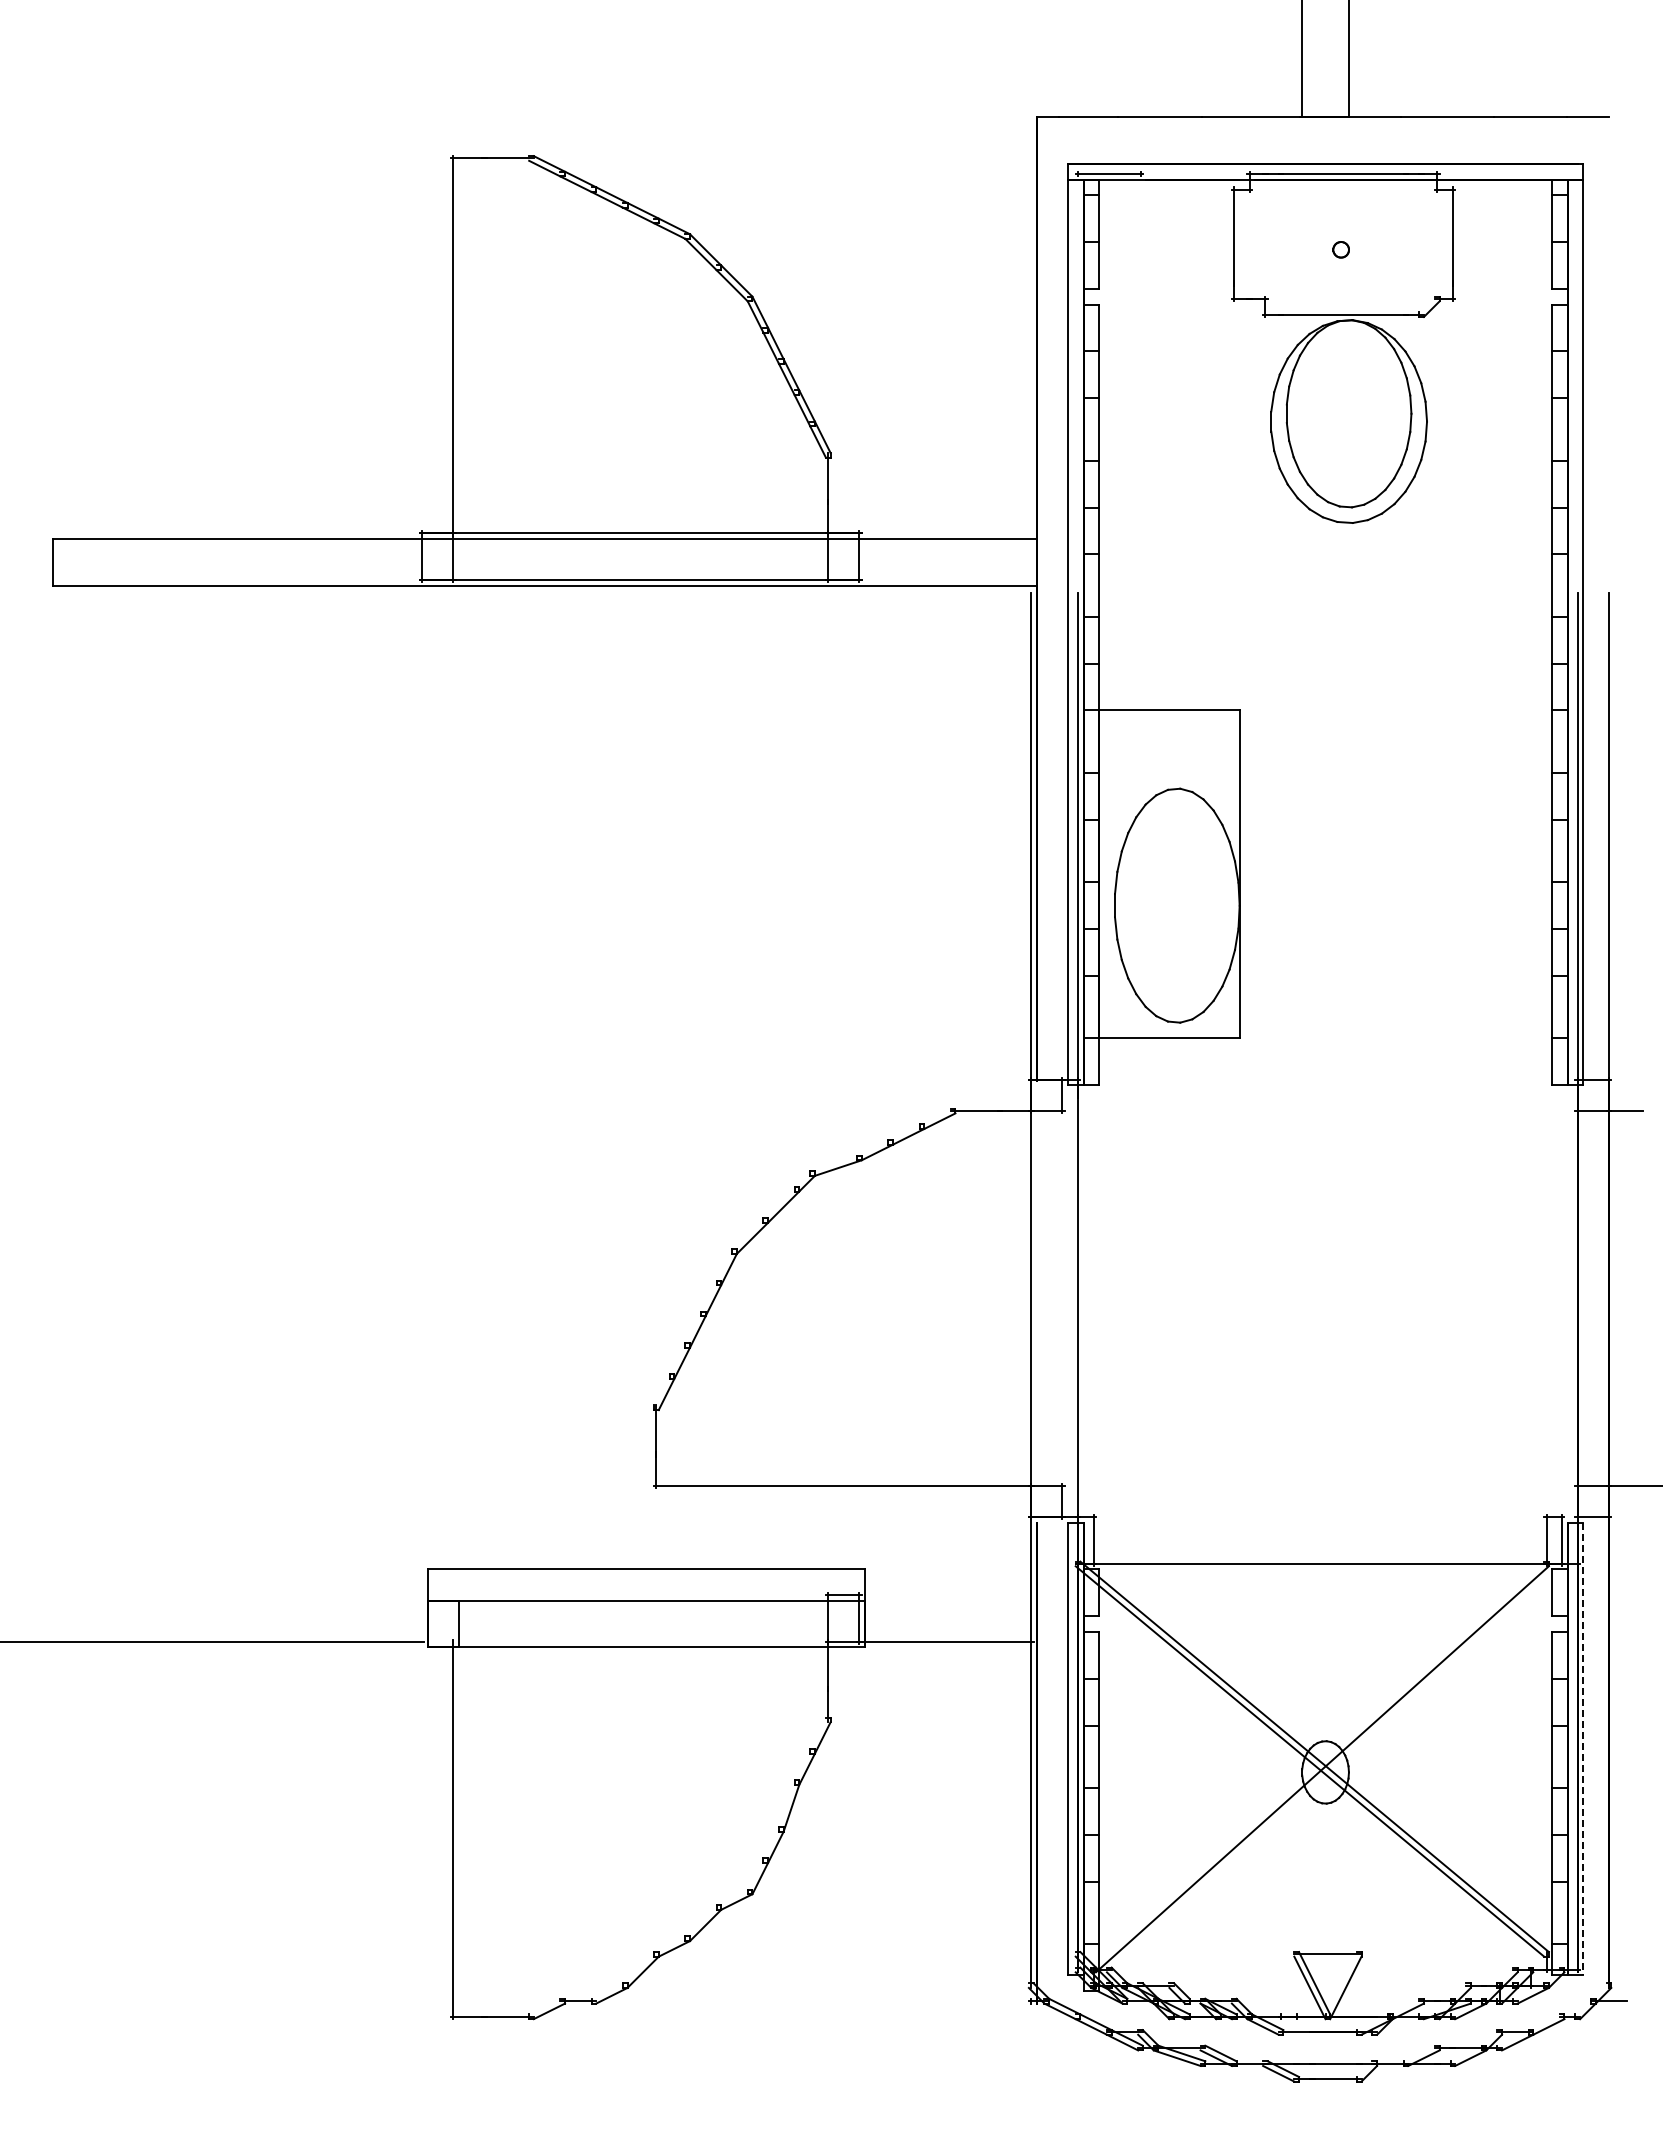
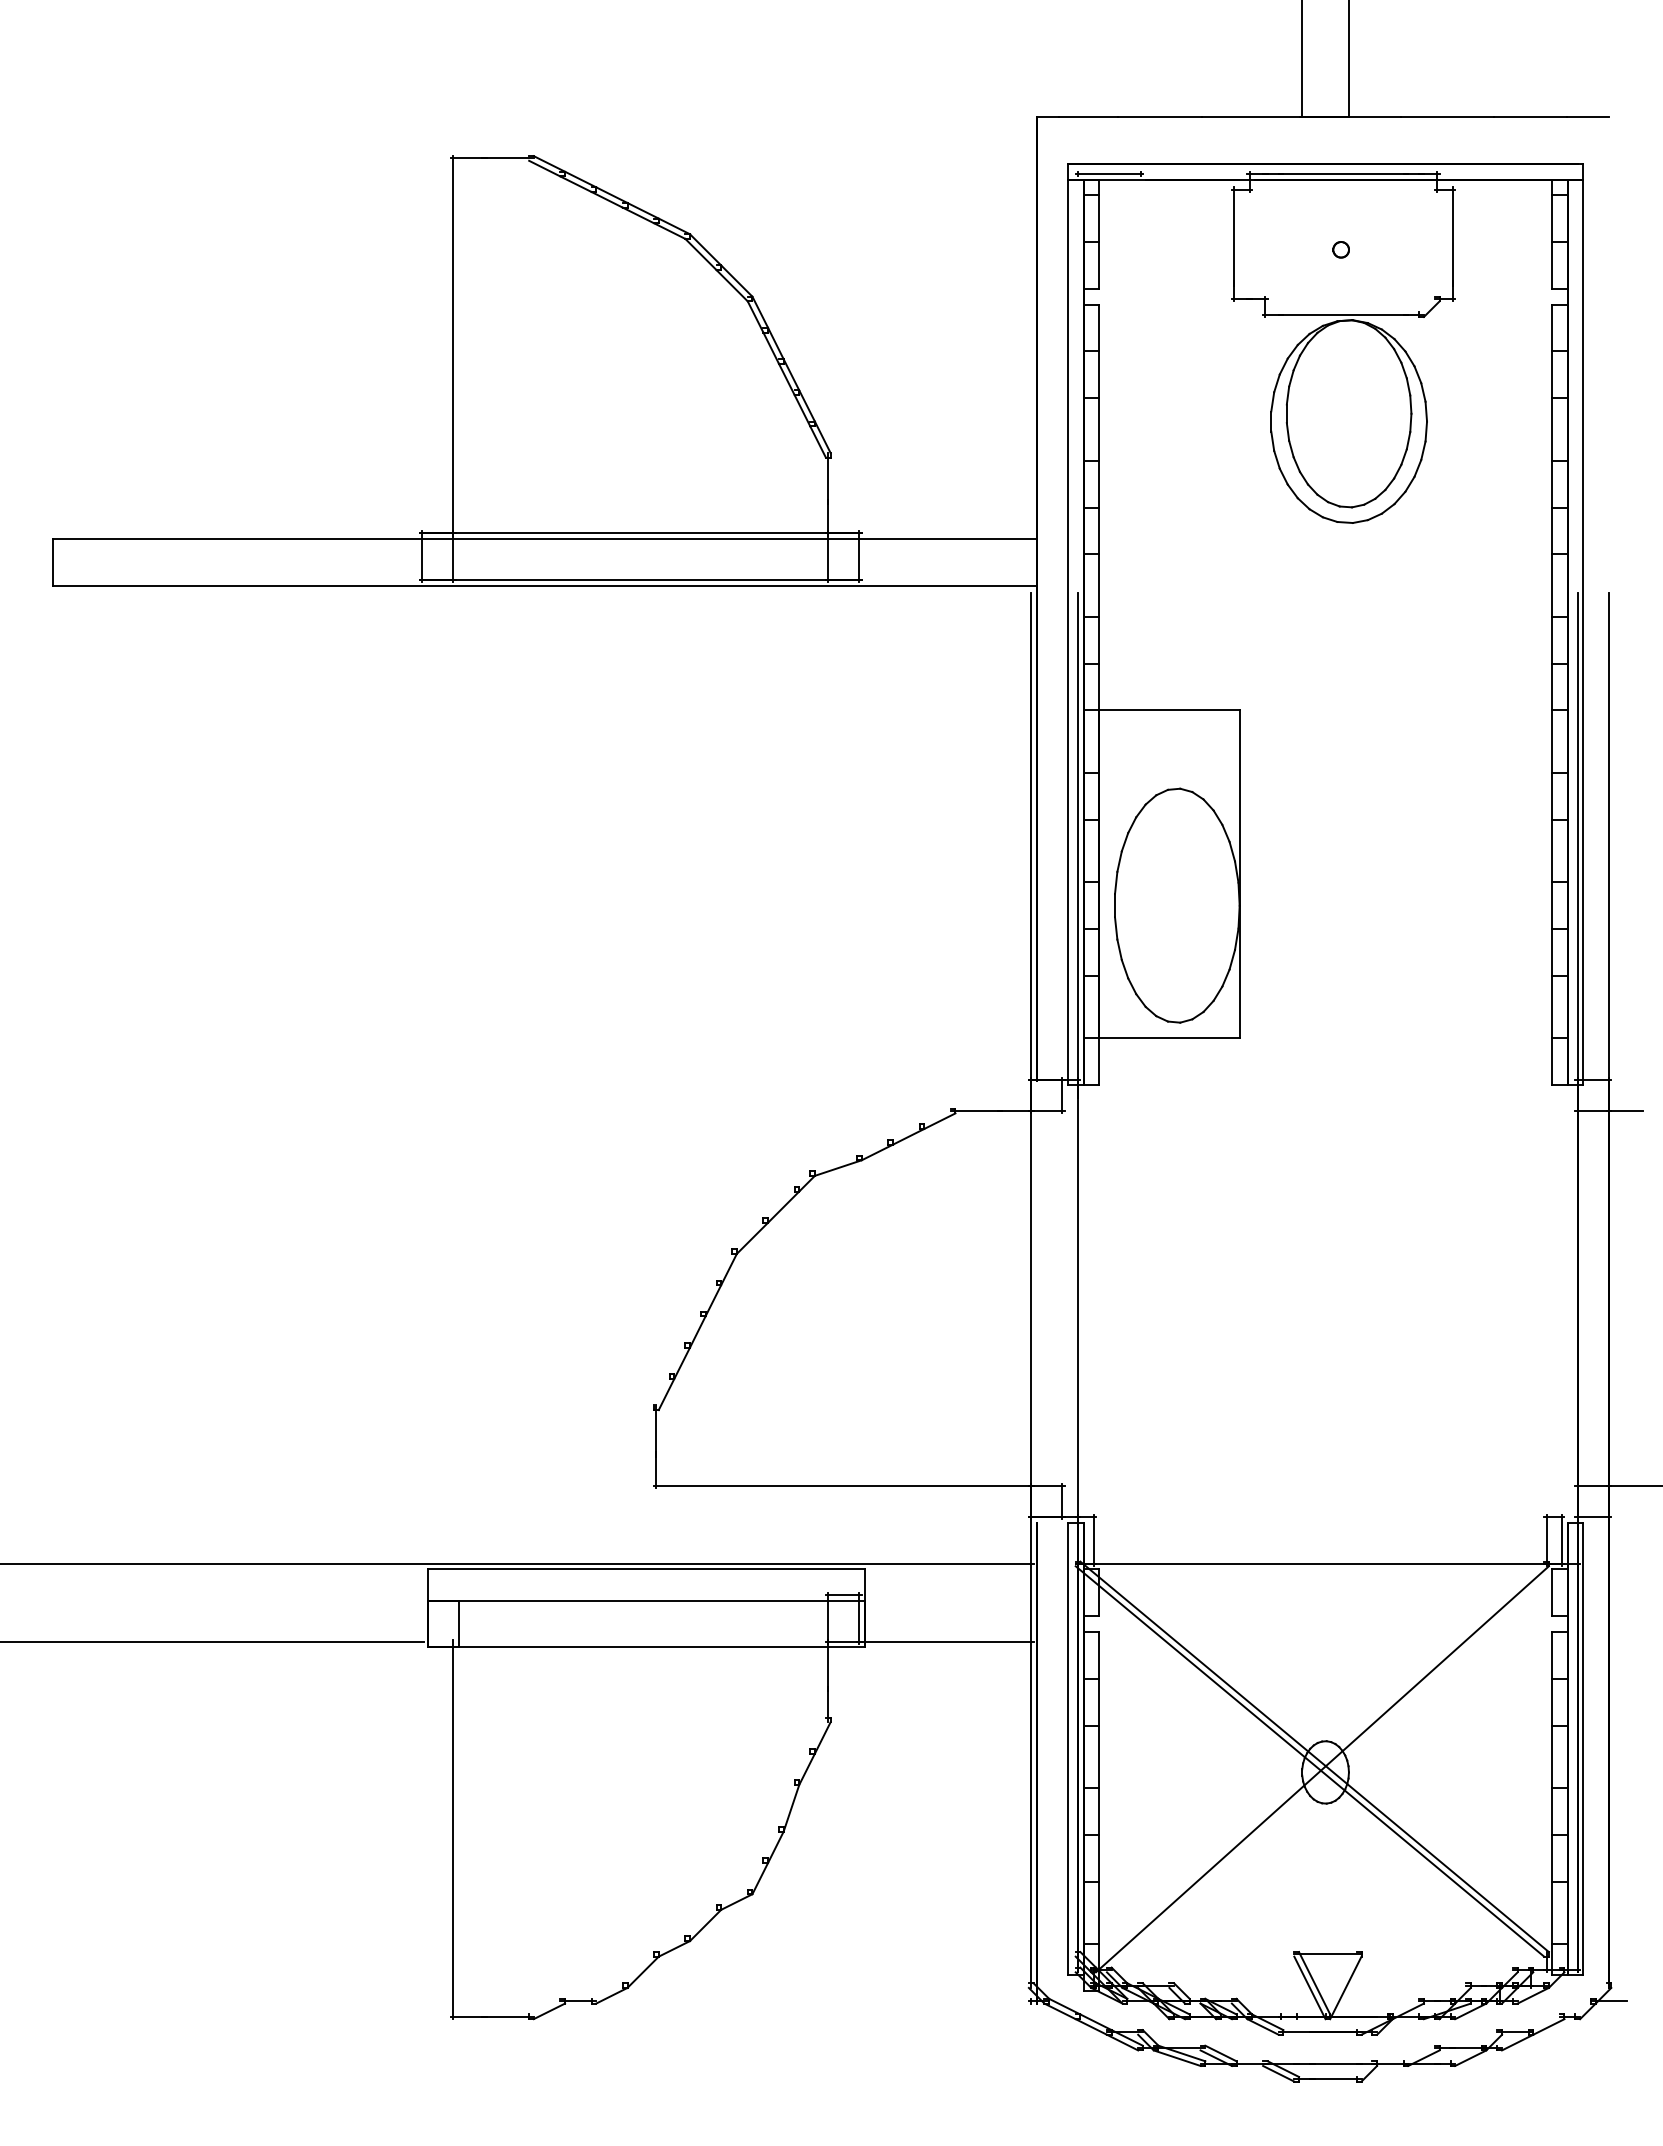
line at (517, 1563): none -> present
line at (1583, 1749): dashed -> solid
